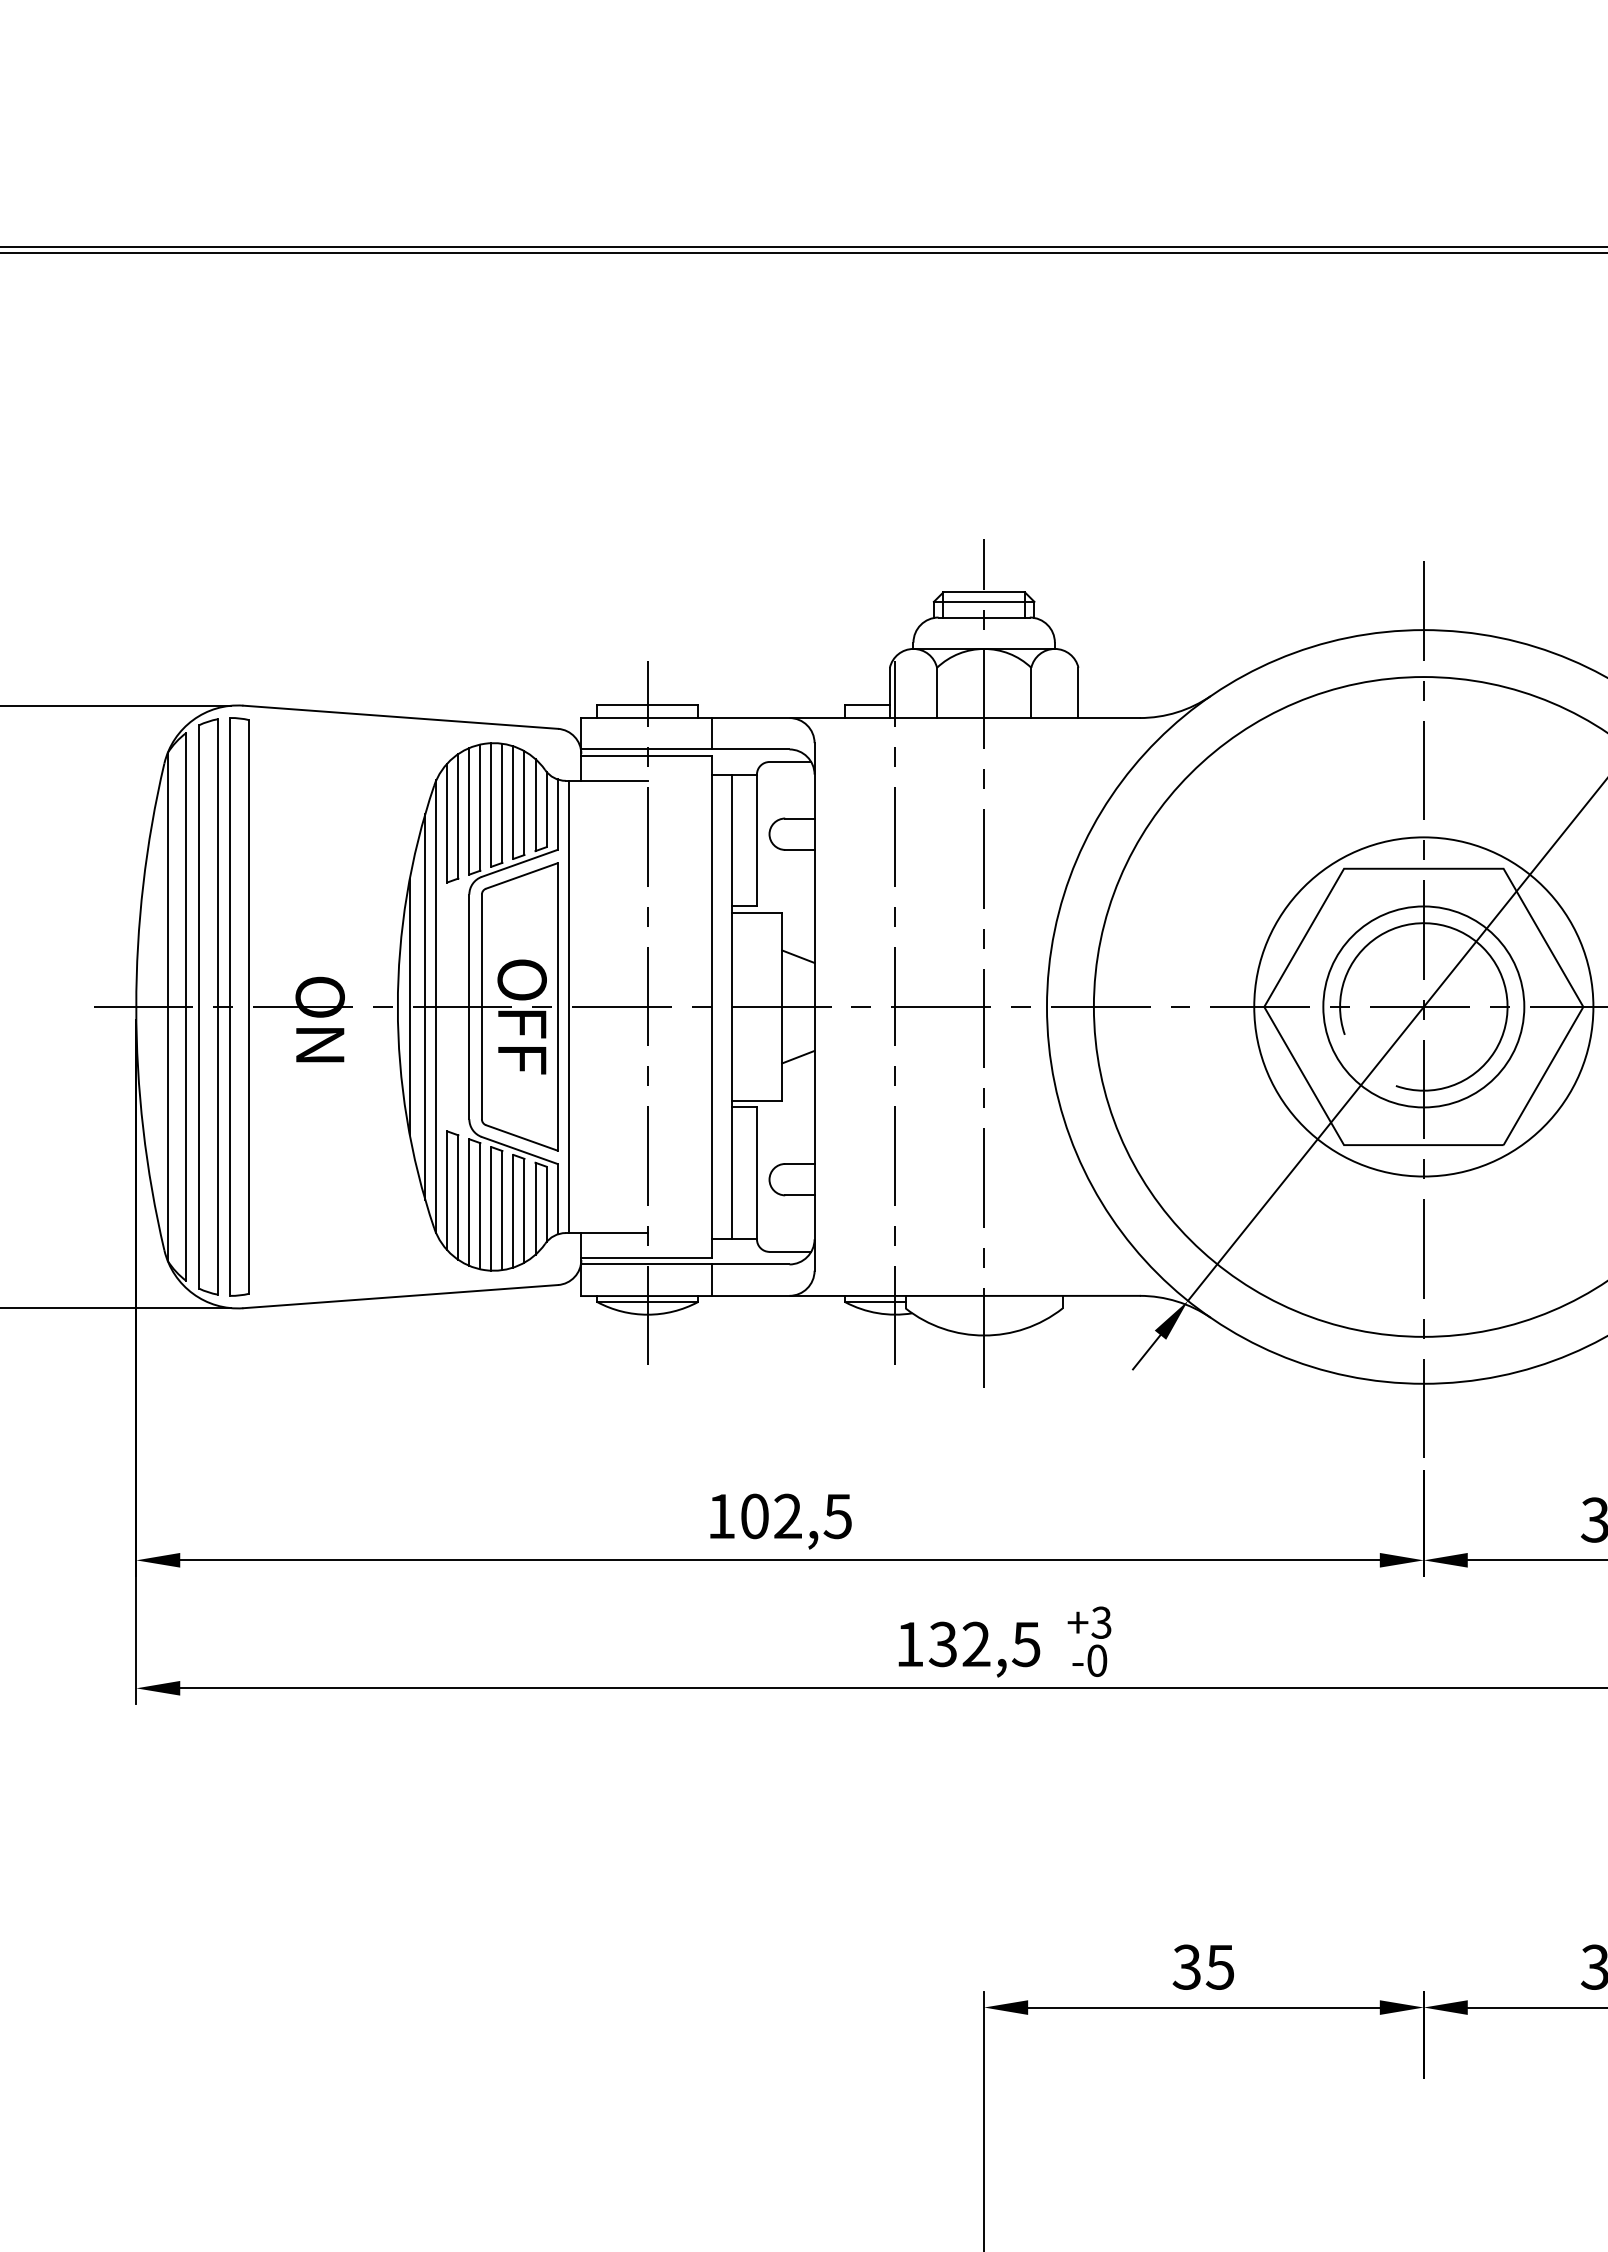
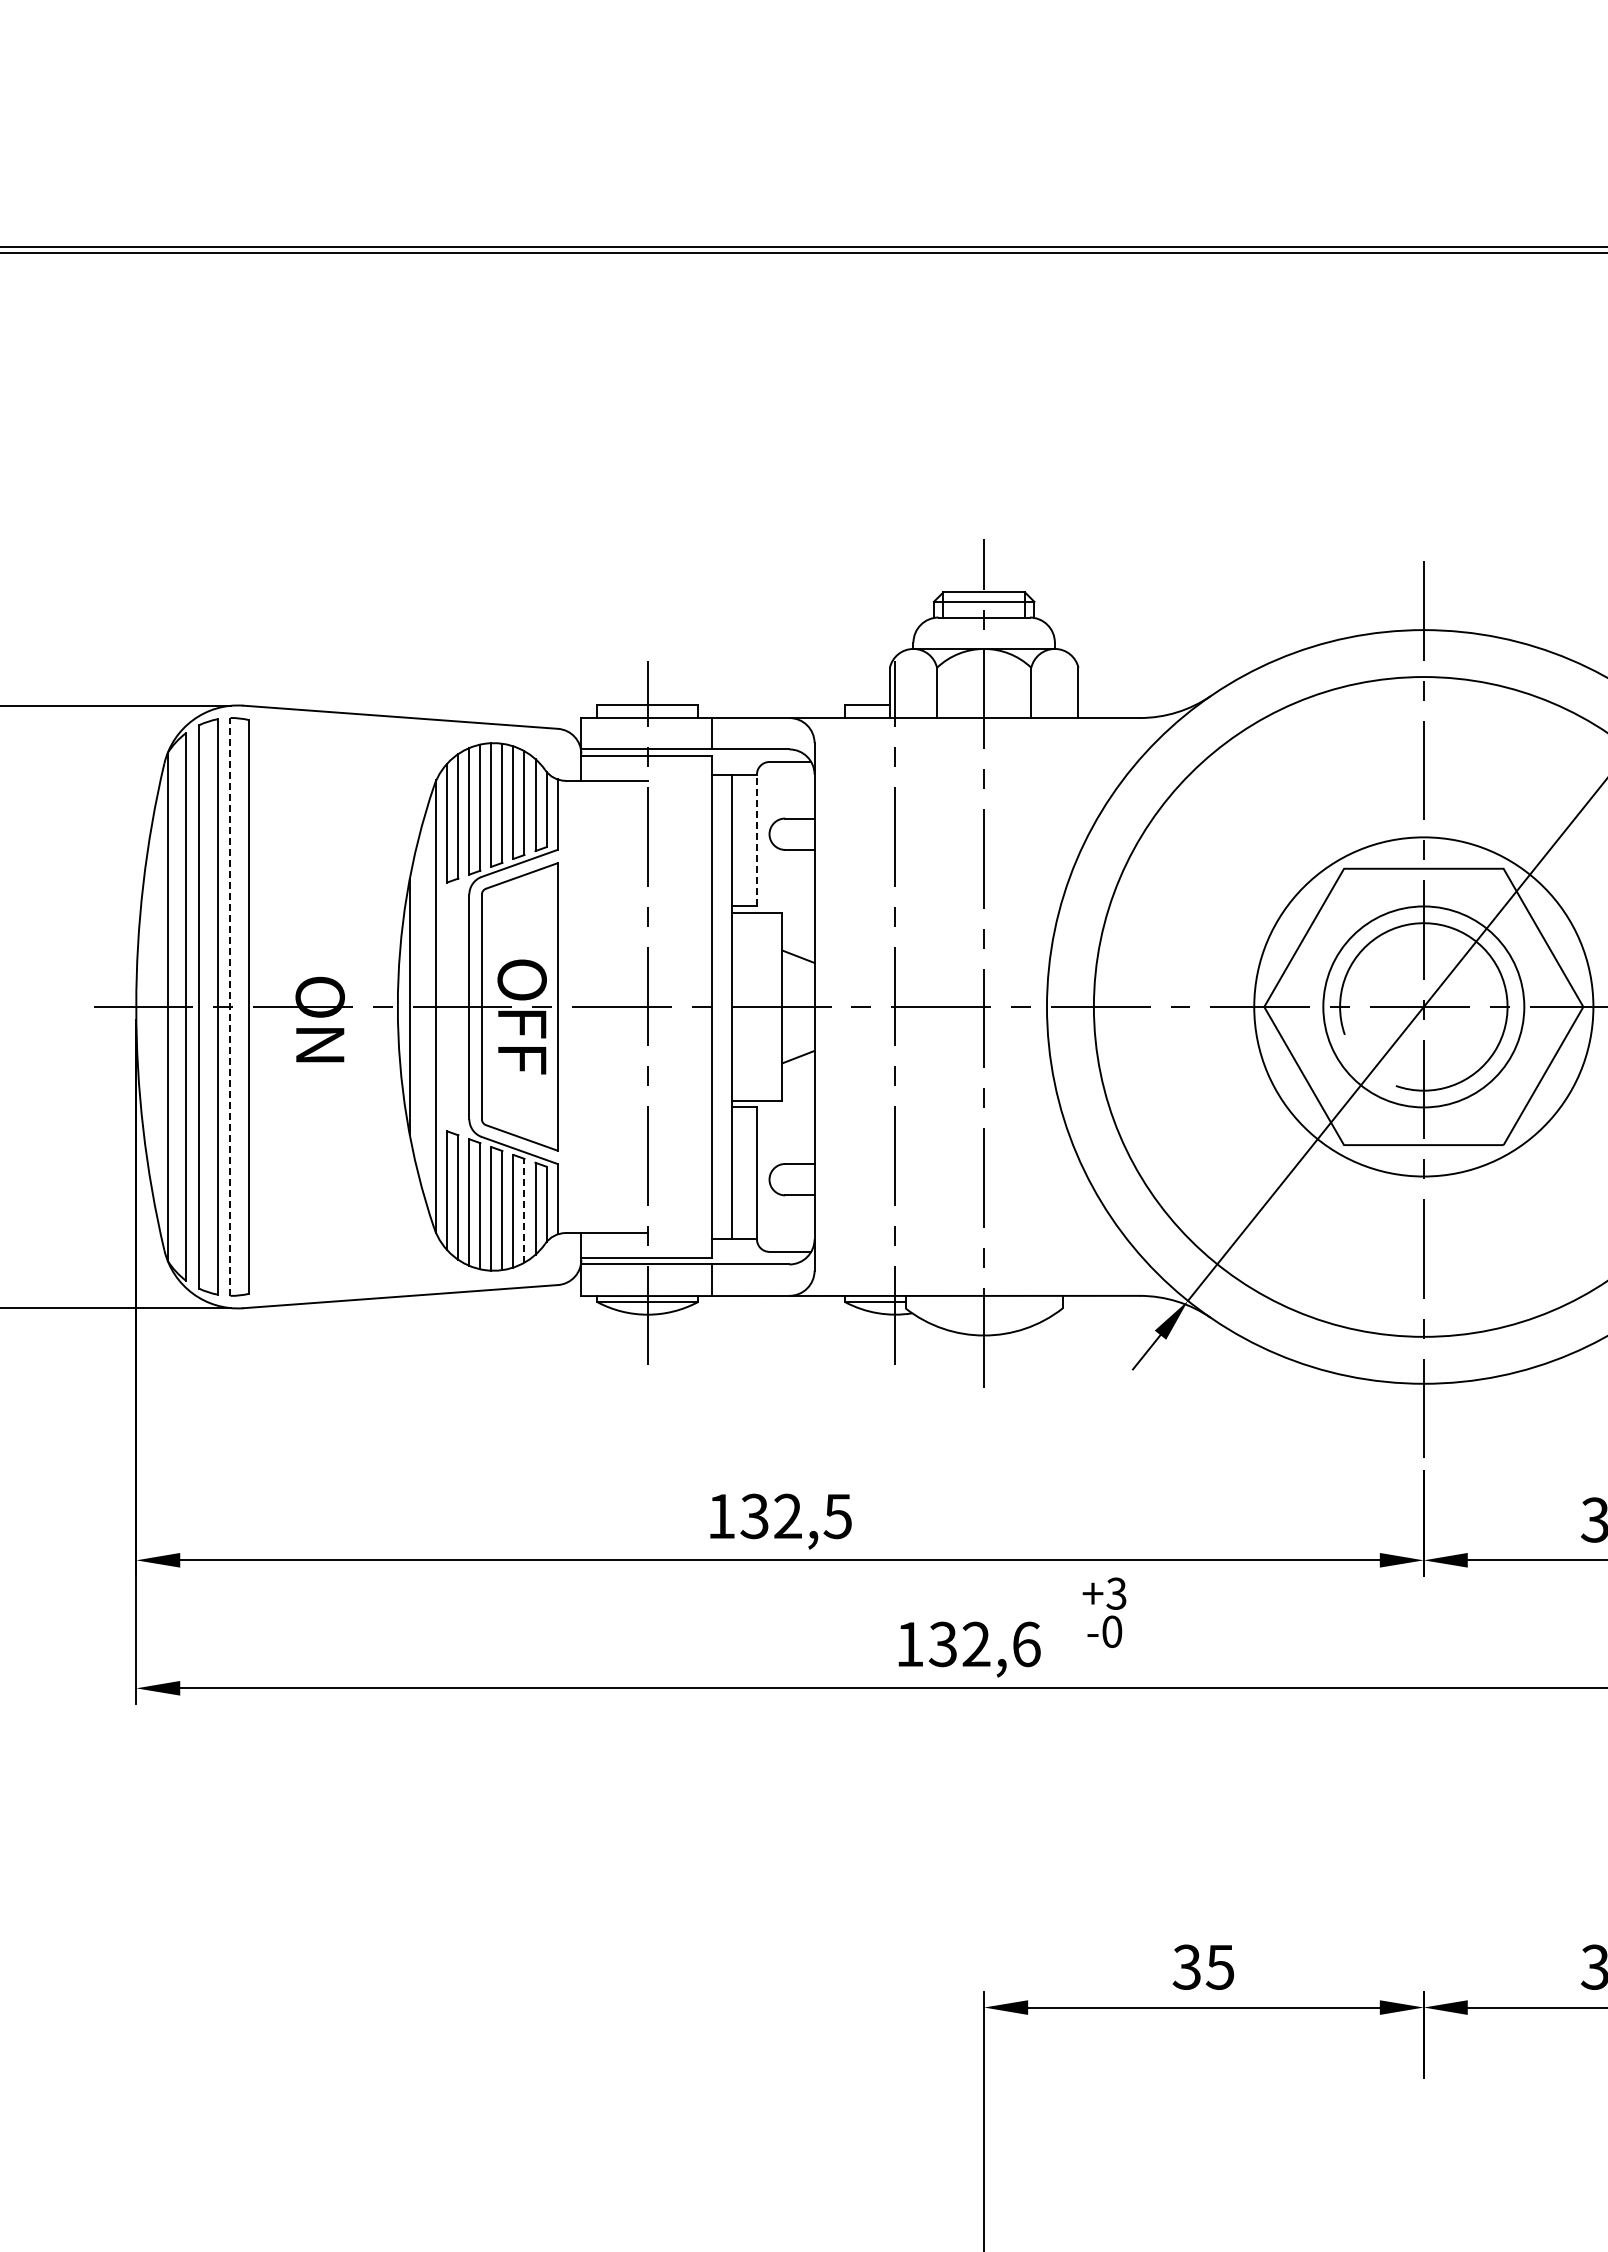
line at (756, 840): solid -> dashed
line at (230, 1006): solid -> dashed
line at (425, 1006): present -> none
line at (568, 1006): present -> none
line at (524, 1210): solid -> dashed
text at (754, 1516): 102,5 -> 132,5
text at (1089, 1641) position: (1089, 1641) -> (1104, 1612)
text at (1026, 1644): 132,5 -> 132,6
